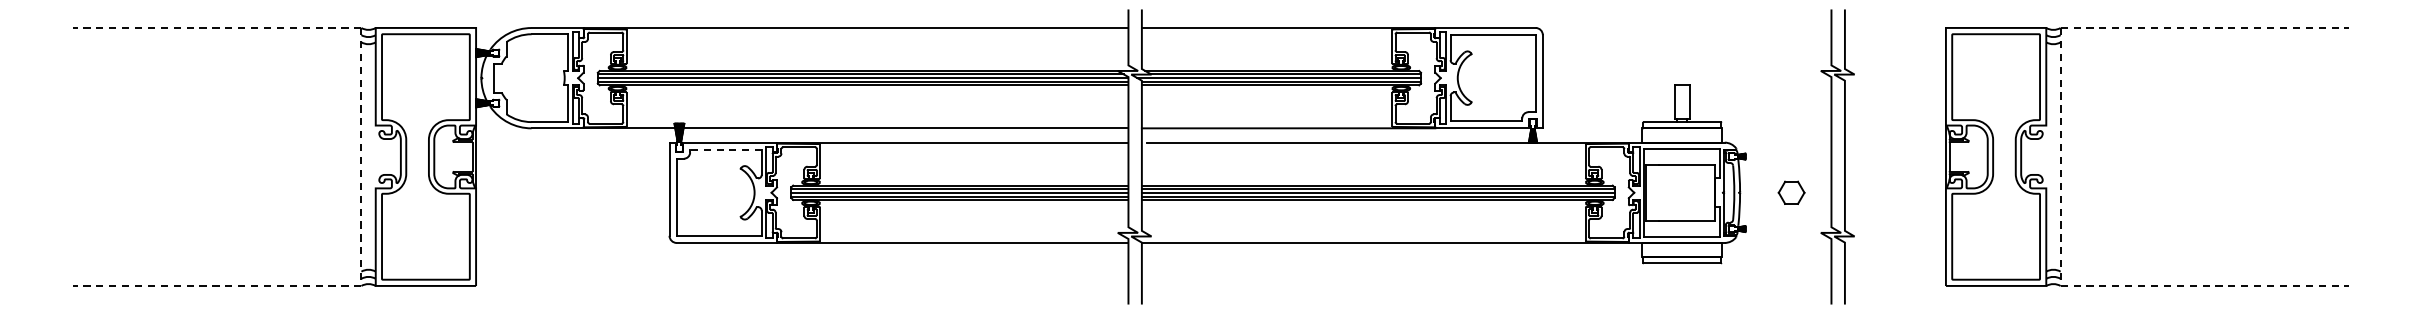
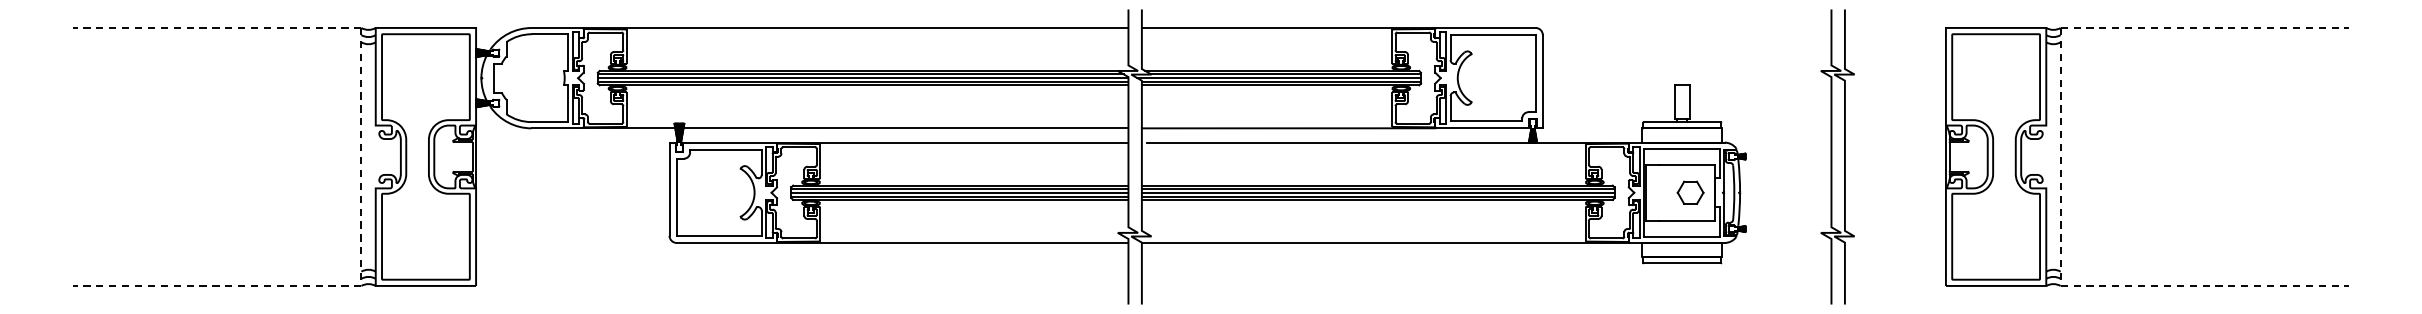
line at (725, 149): dashed -> solid
part at (1791, 192) position: (1791, 192) -> (1690, 192)
